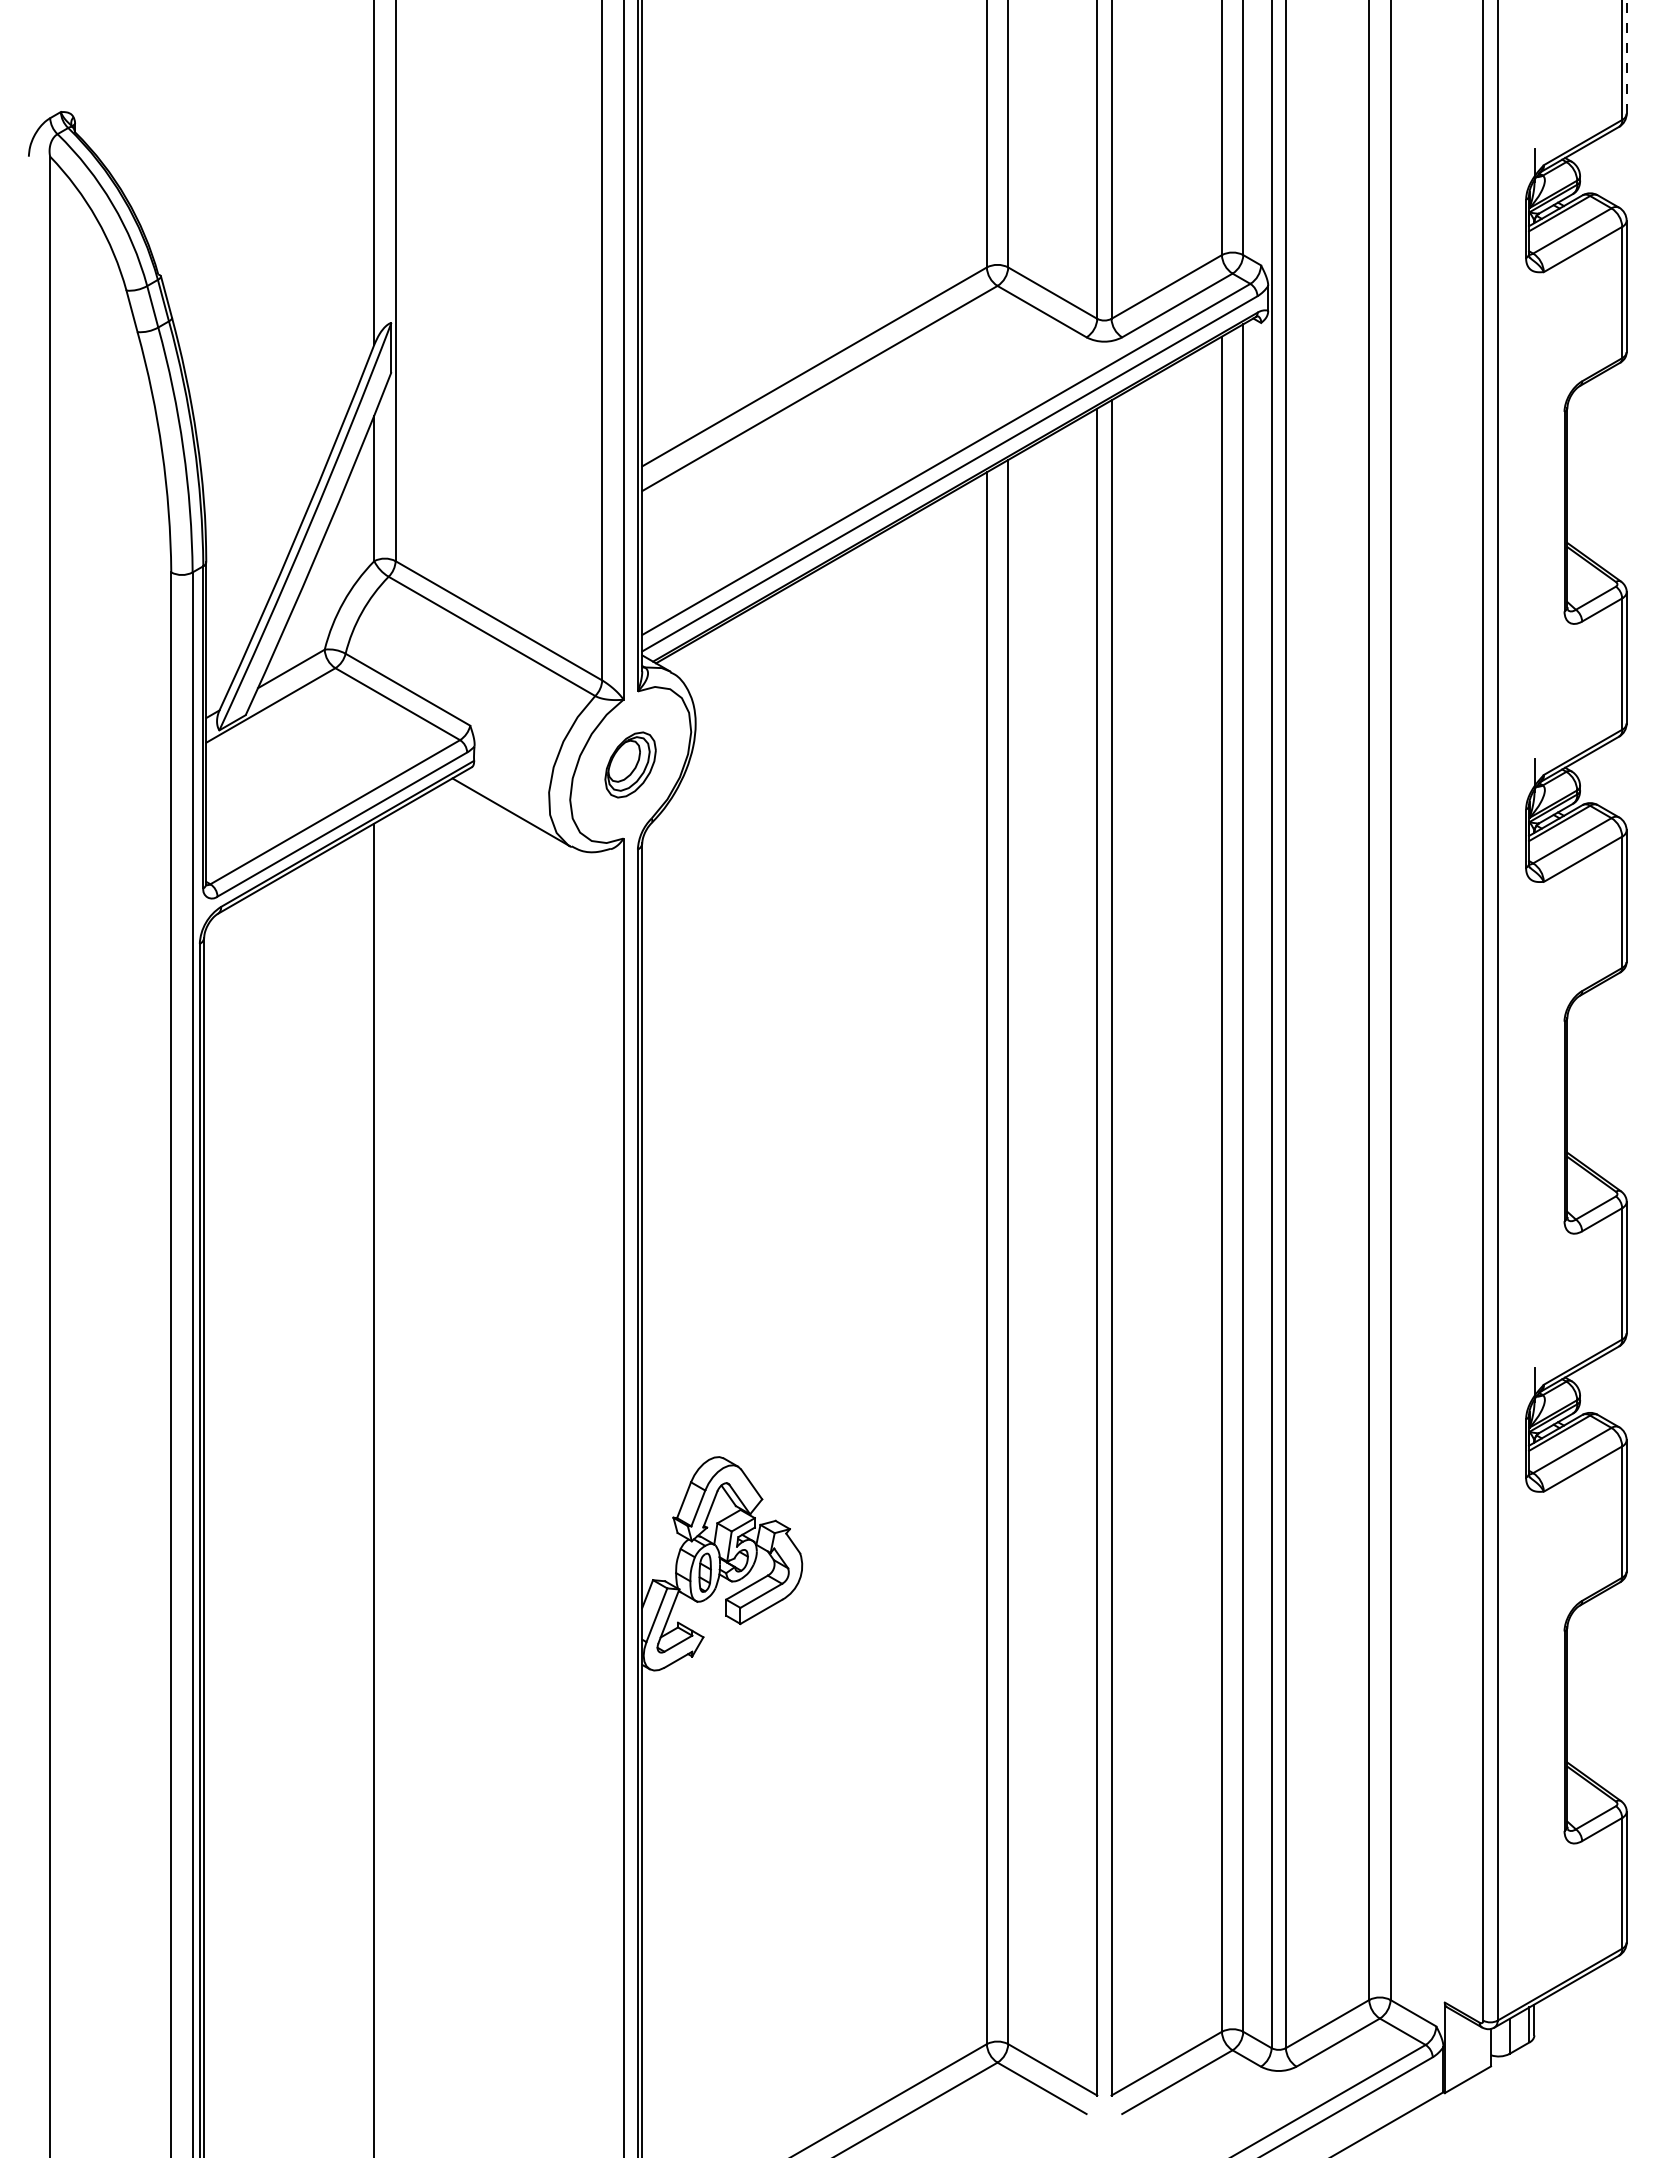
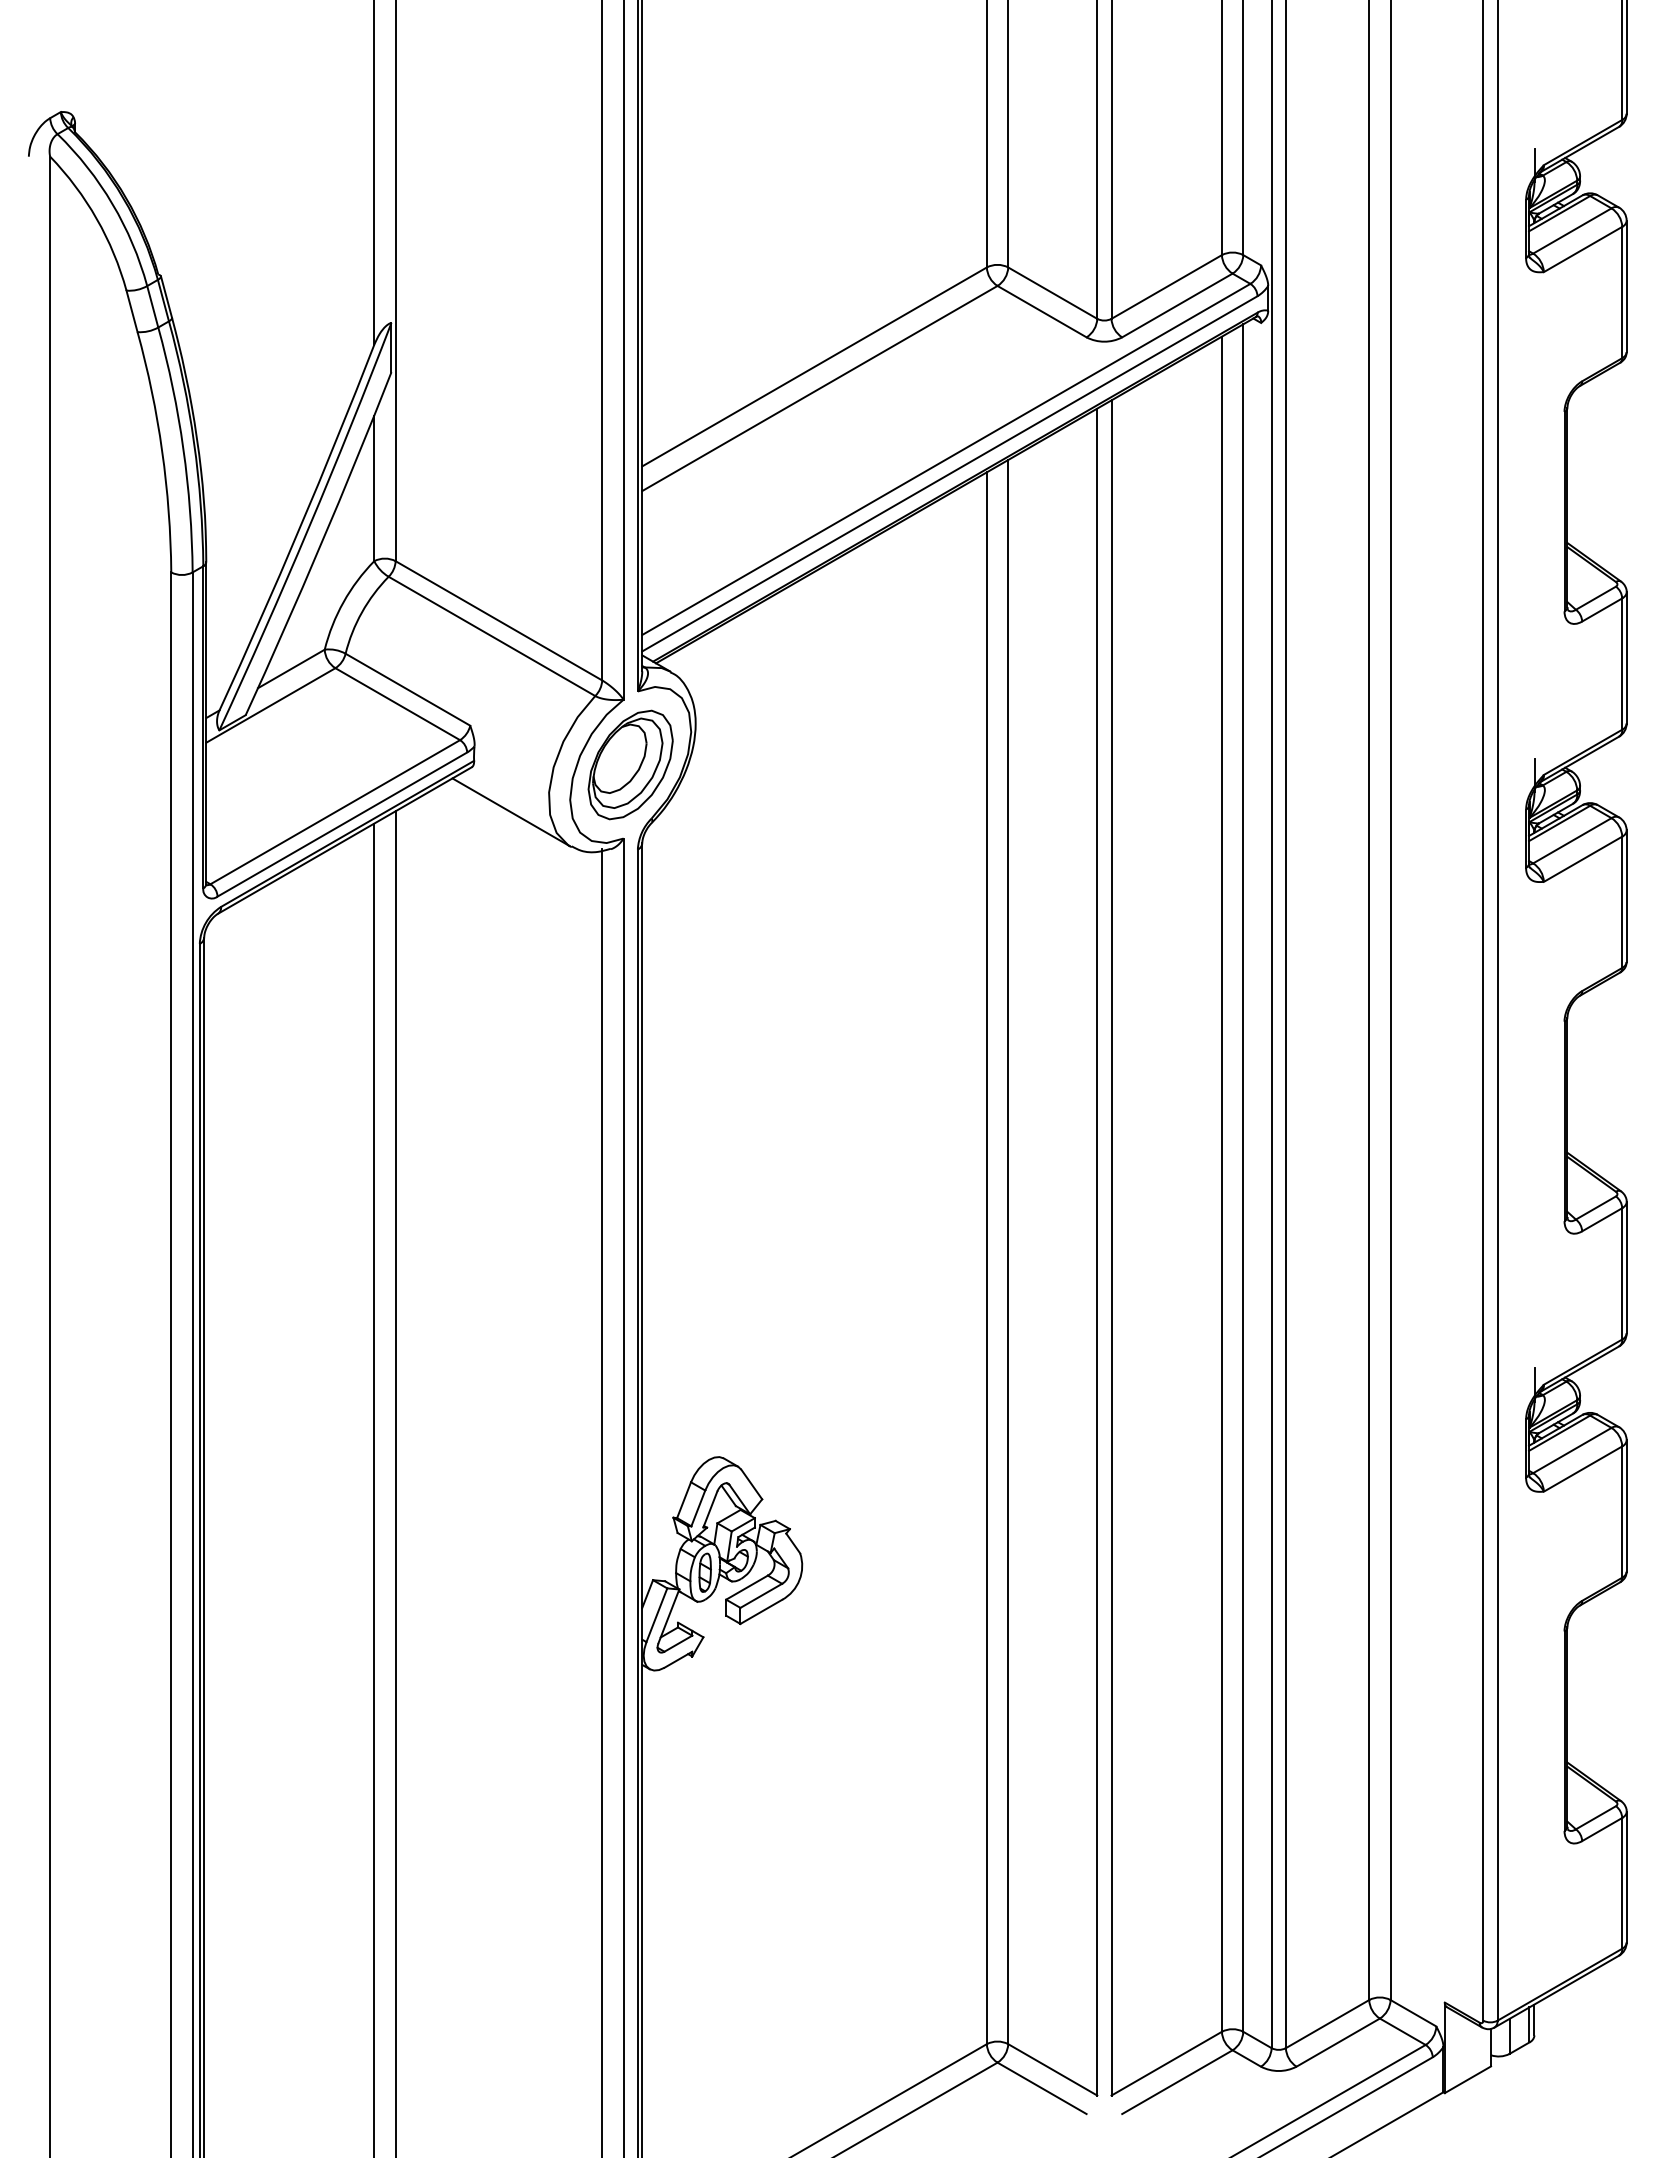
line at (1626, 57): dashed -> solid
part at (630, 764) size: 53x68 px -> 87x112 px
line at (395, 1482): none -> present
line at (602, 1501): none -> present
